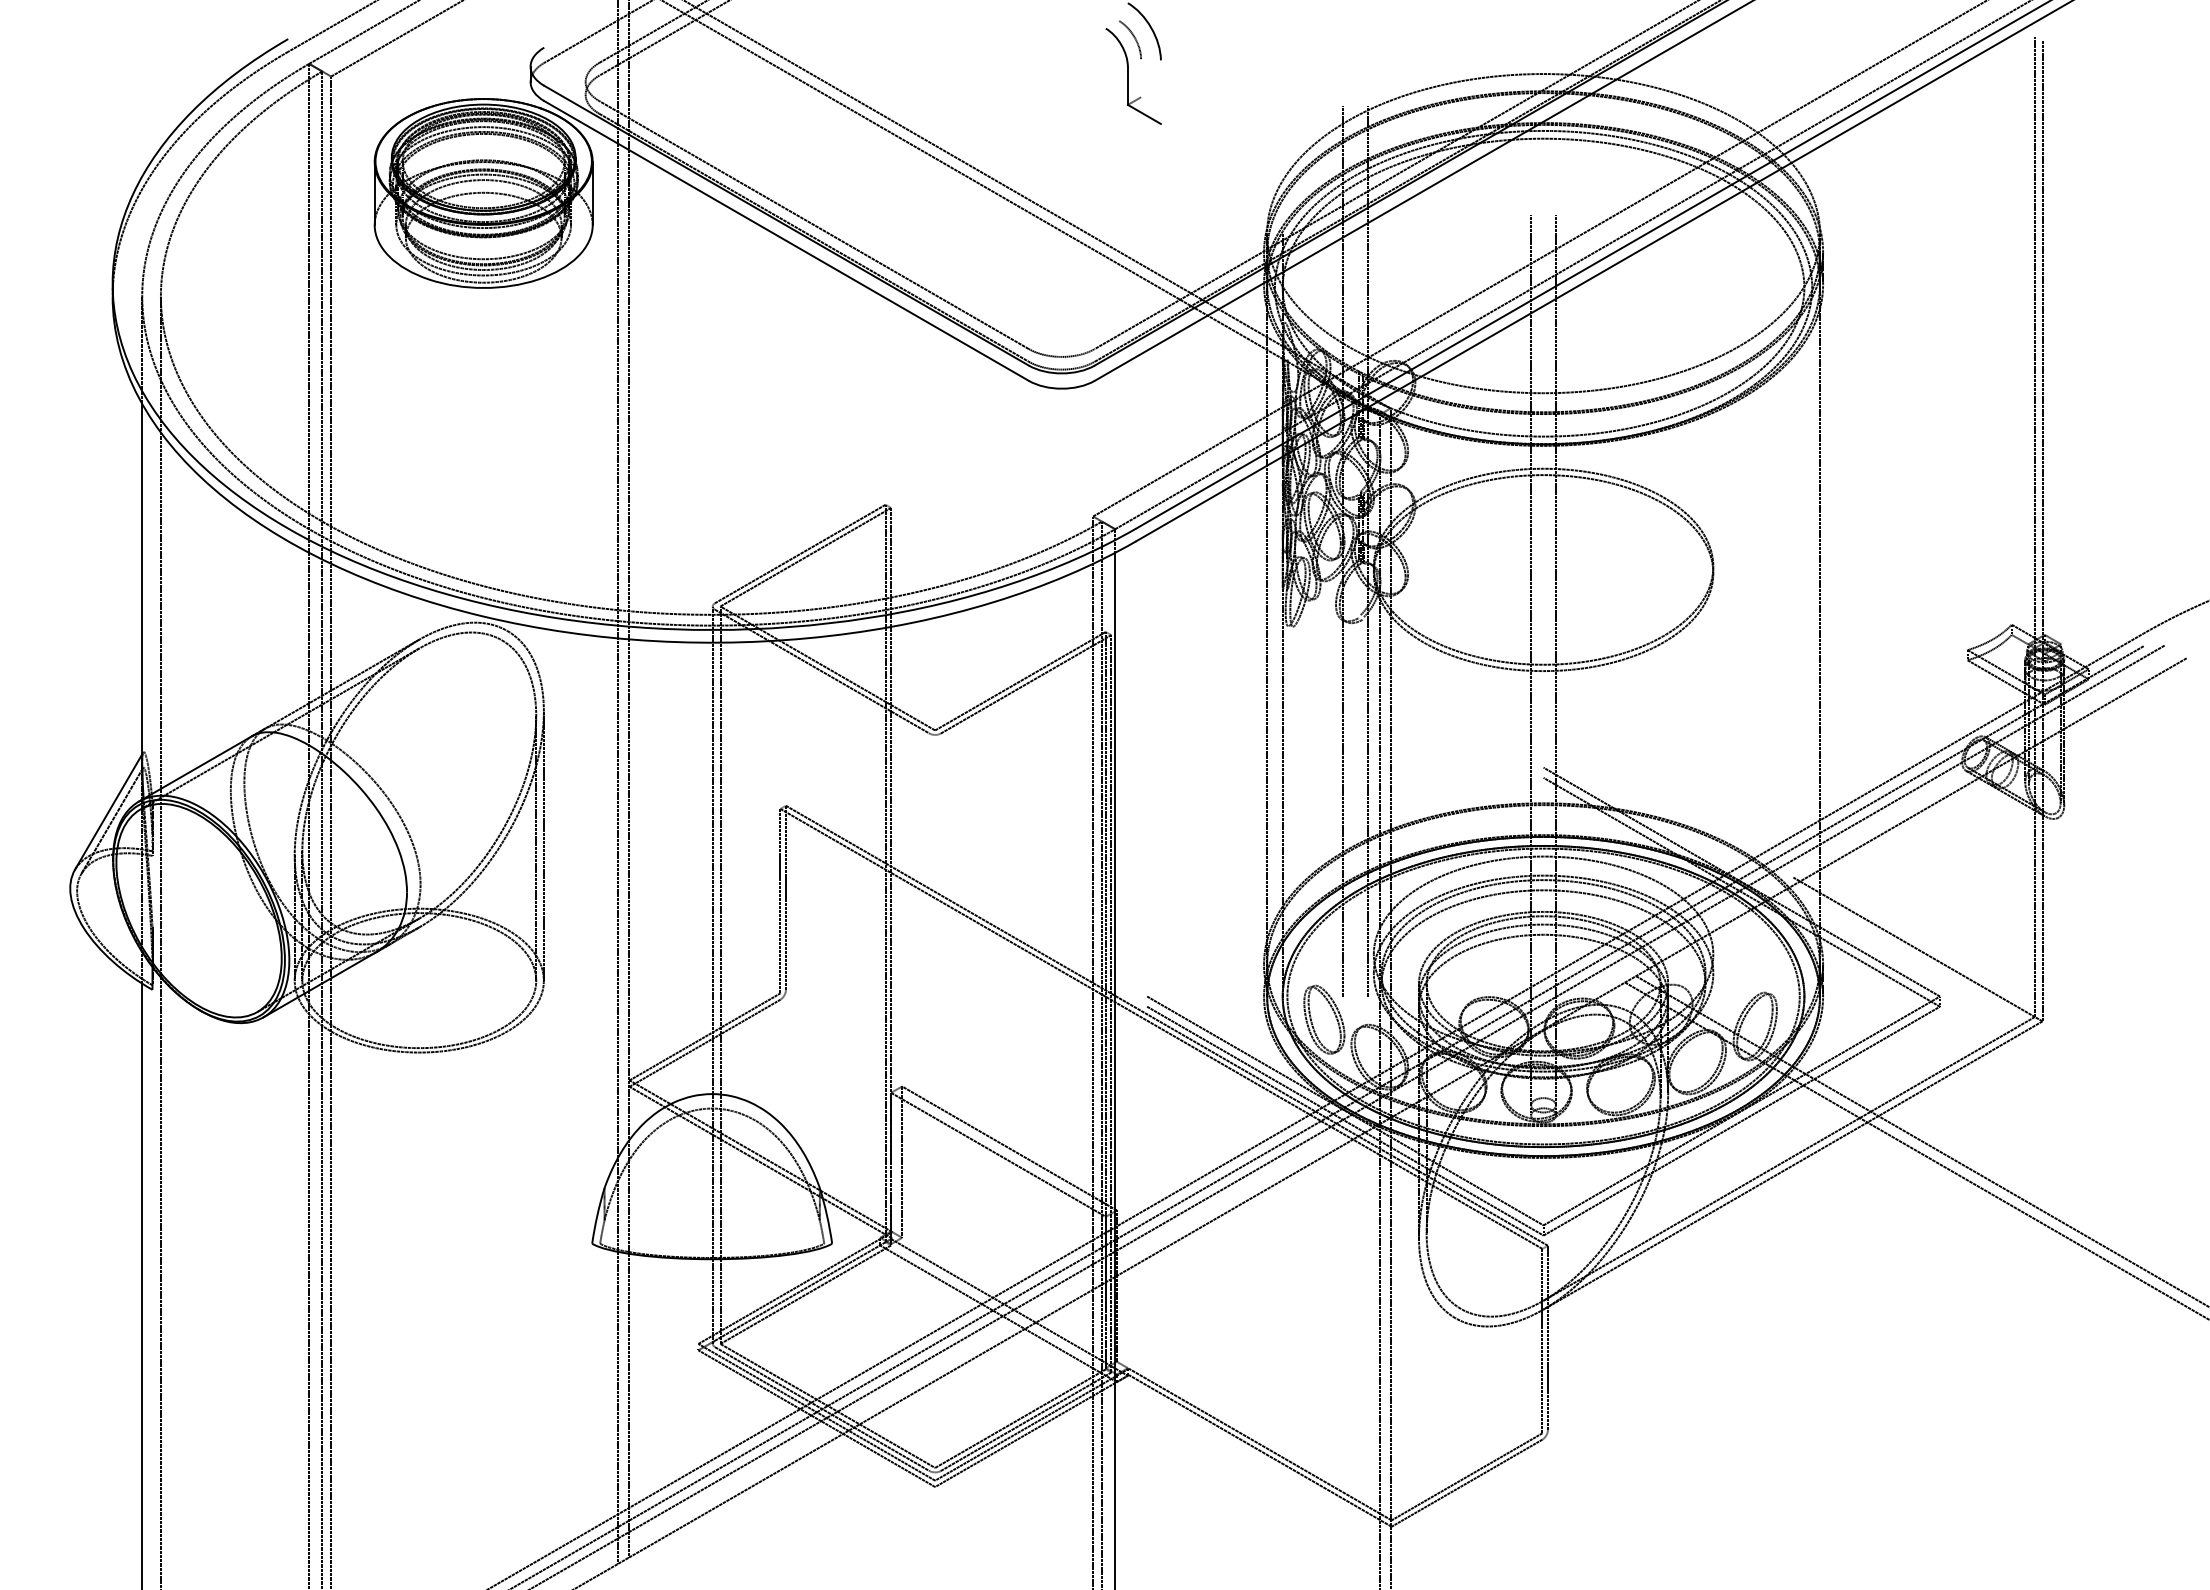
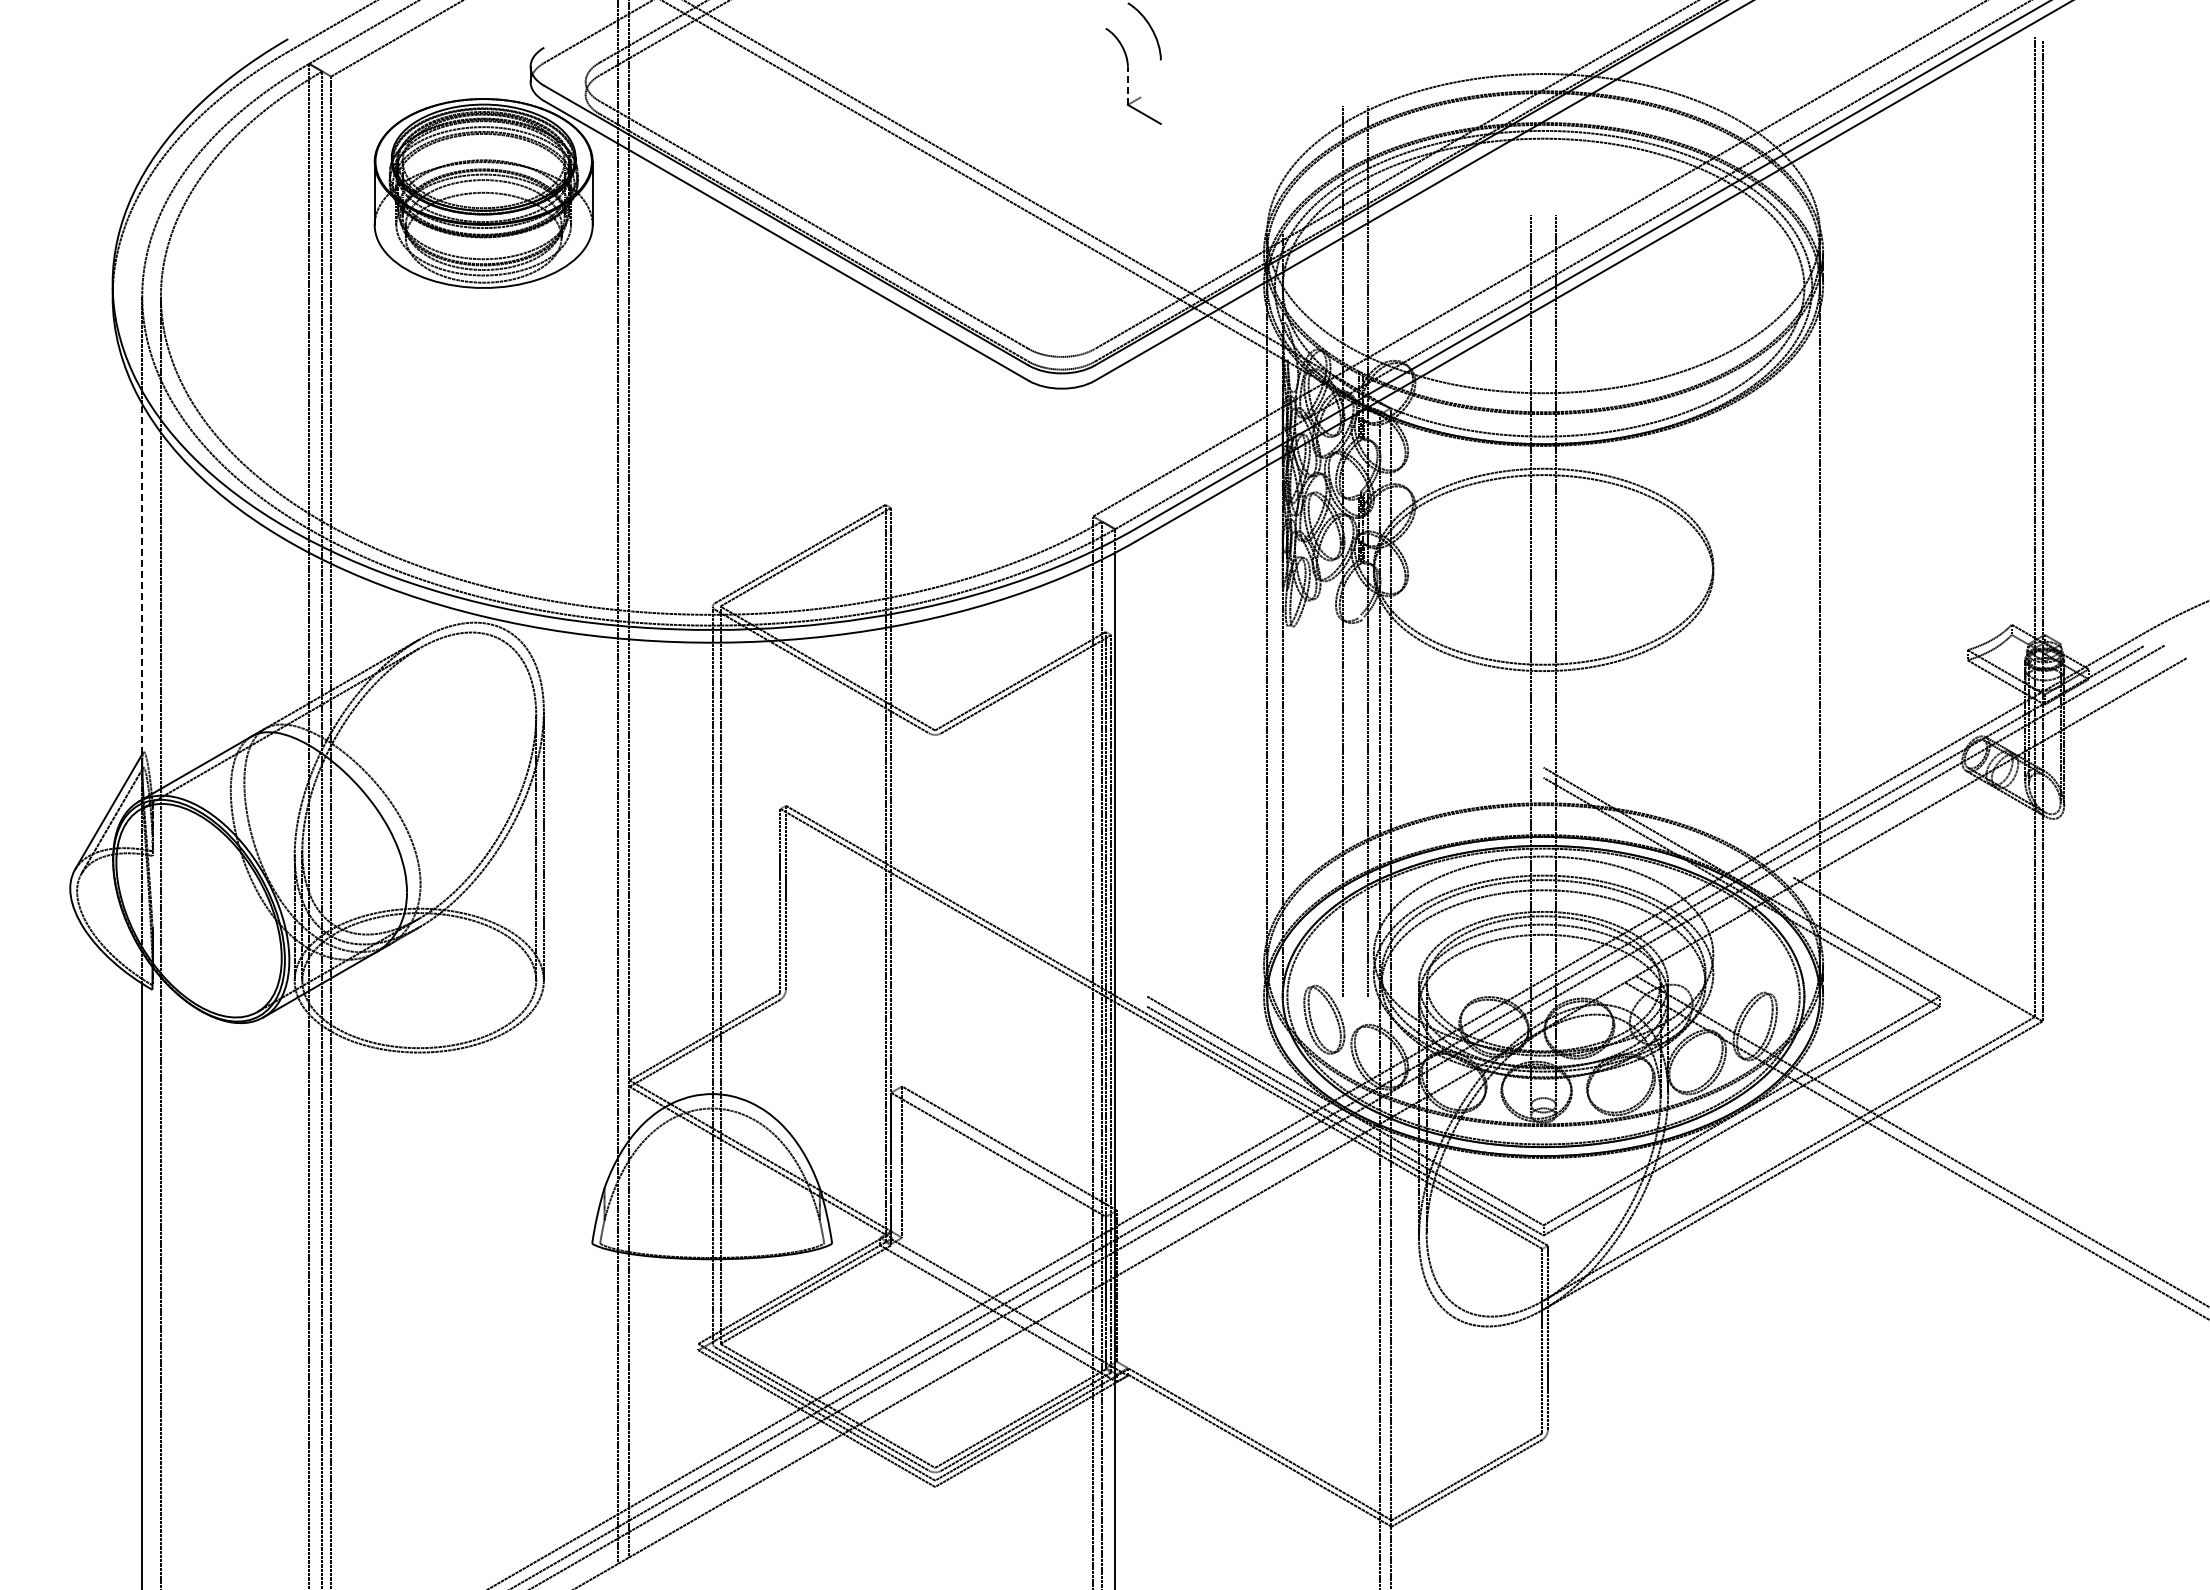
curve at (1133, 37): present -> none
line at (1127, 85): solid -> dashed
line at (142, 584): solid -> dashed
